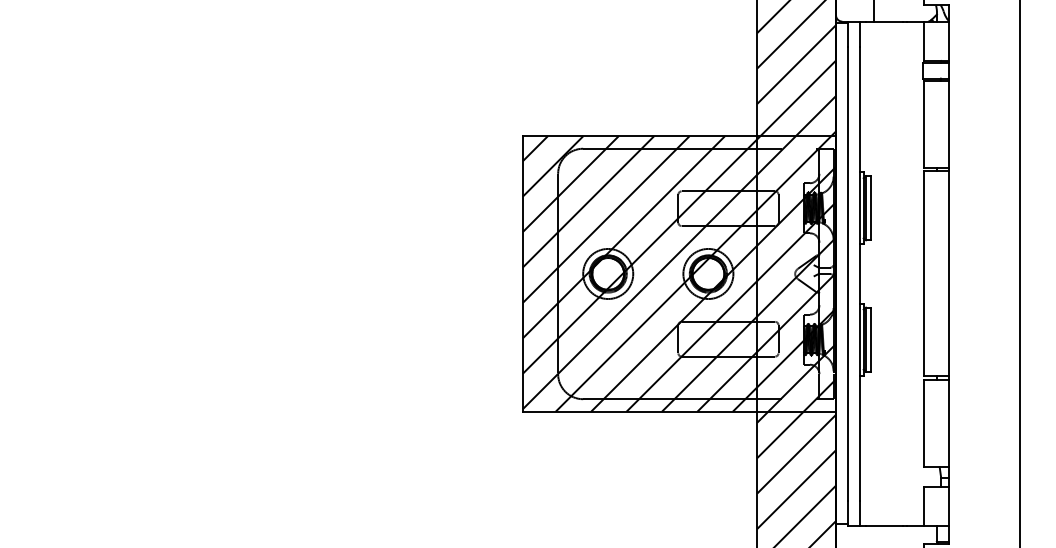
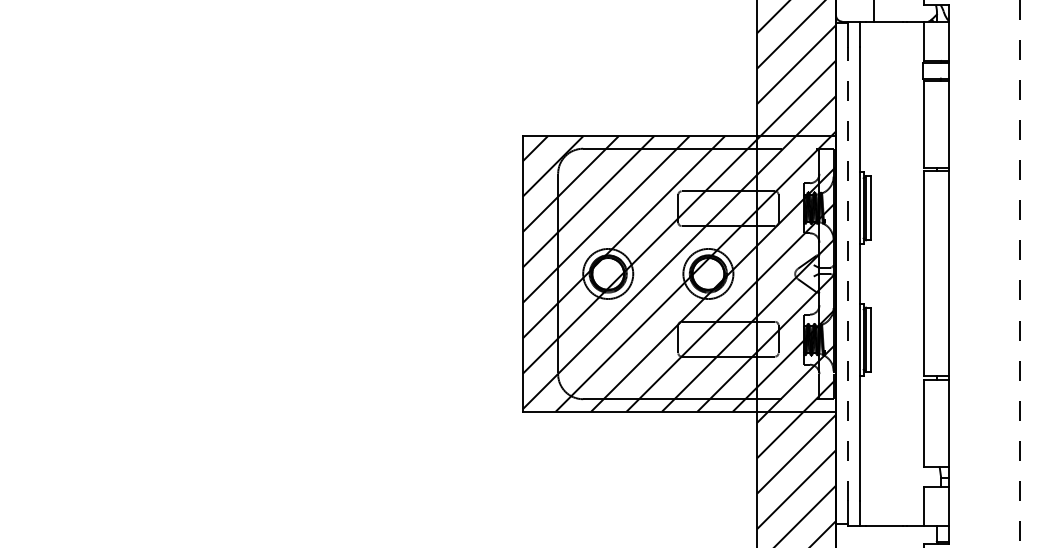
line at (848, 273): solid -> dashed
line at (1019, 274): solid -> dashed
